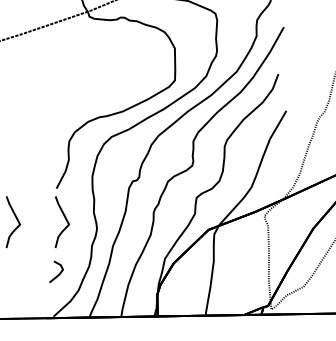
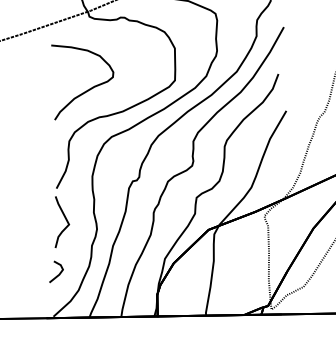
curve at (87, 89): none -> present
curve at (17, 221): present -> none
